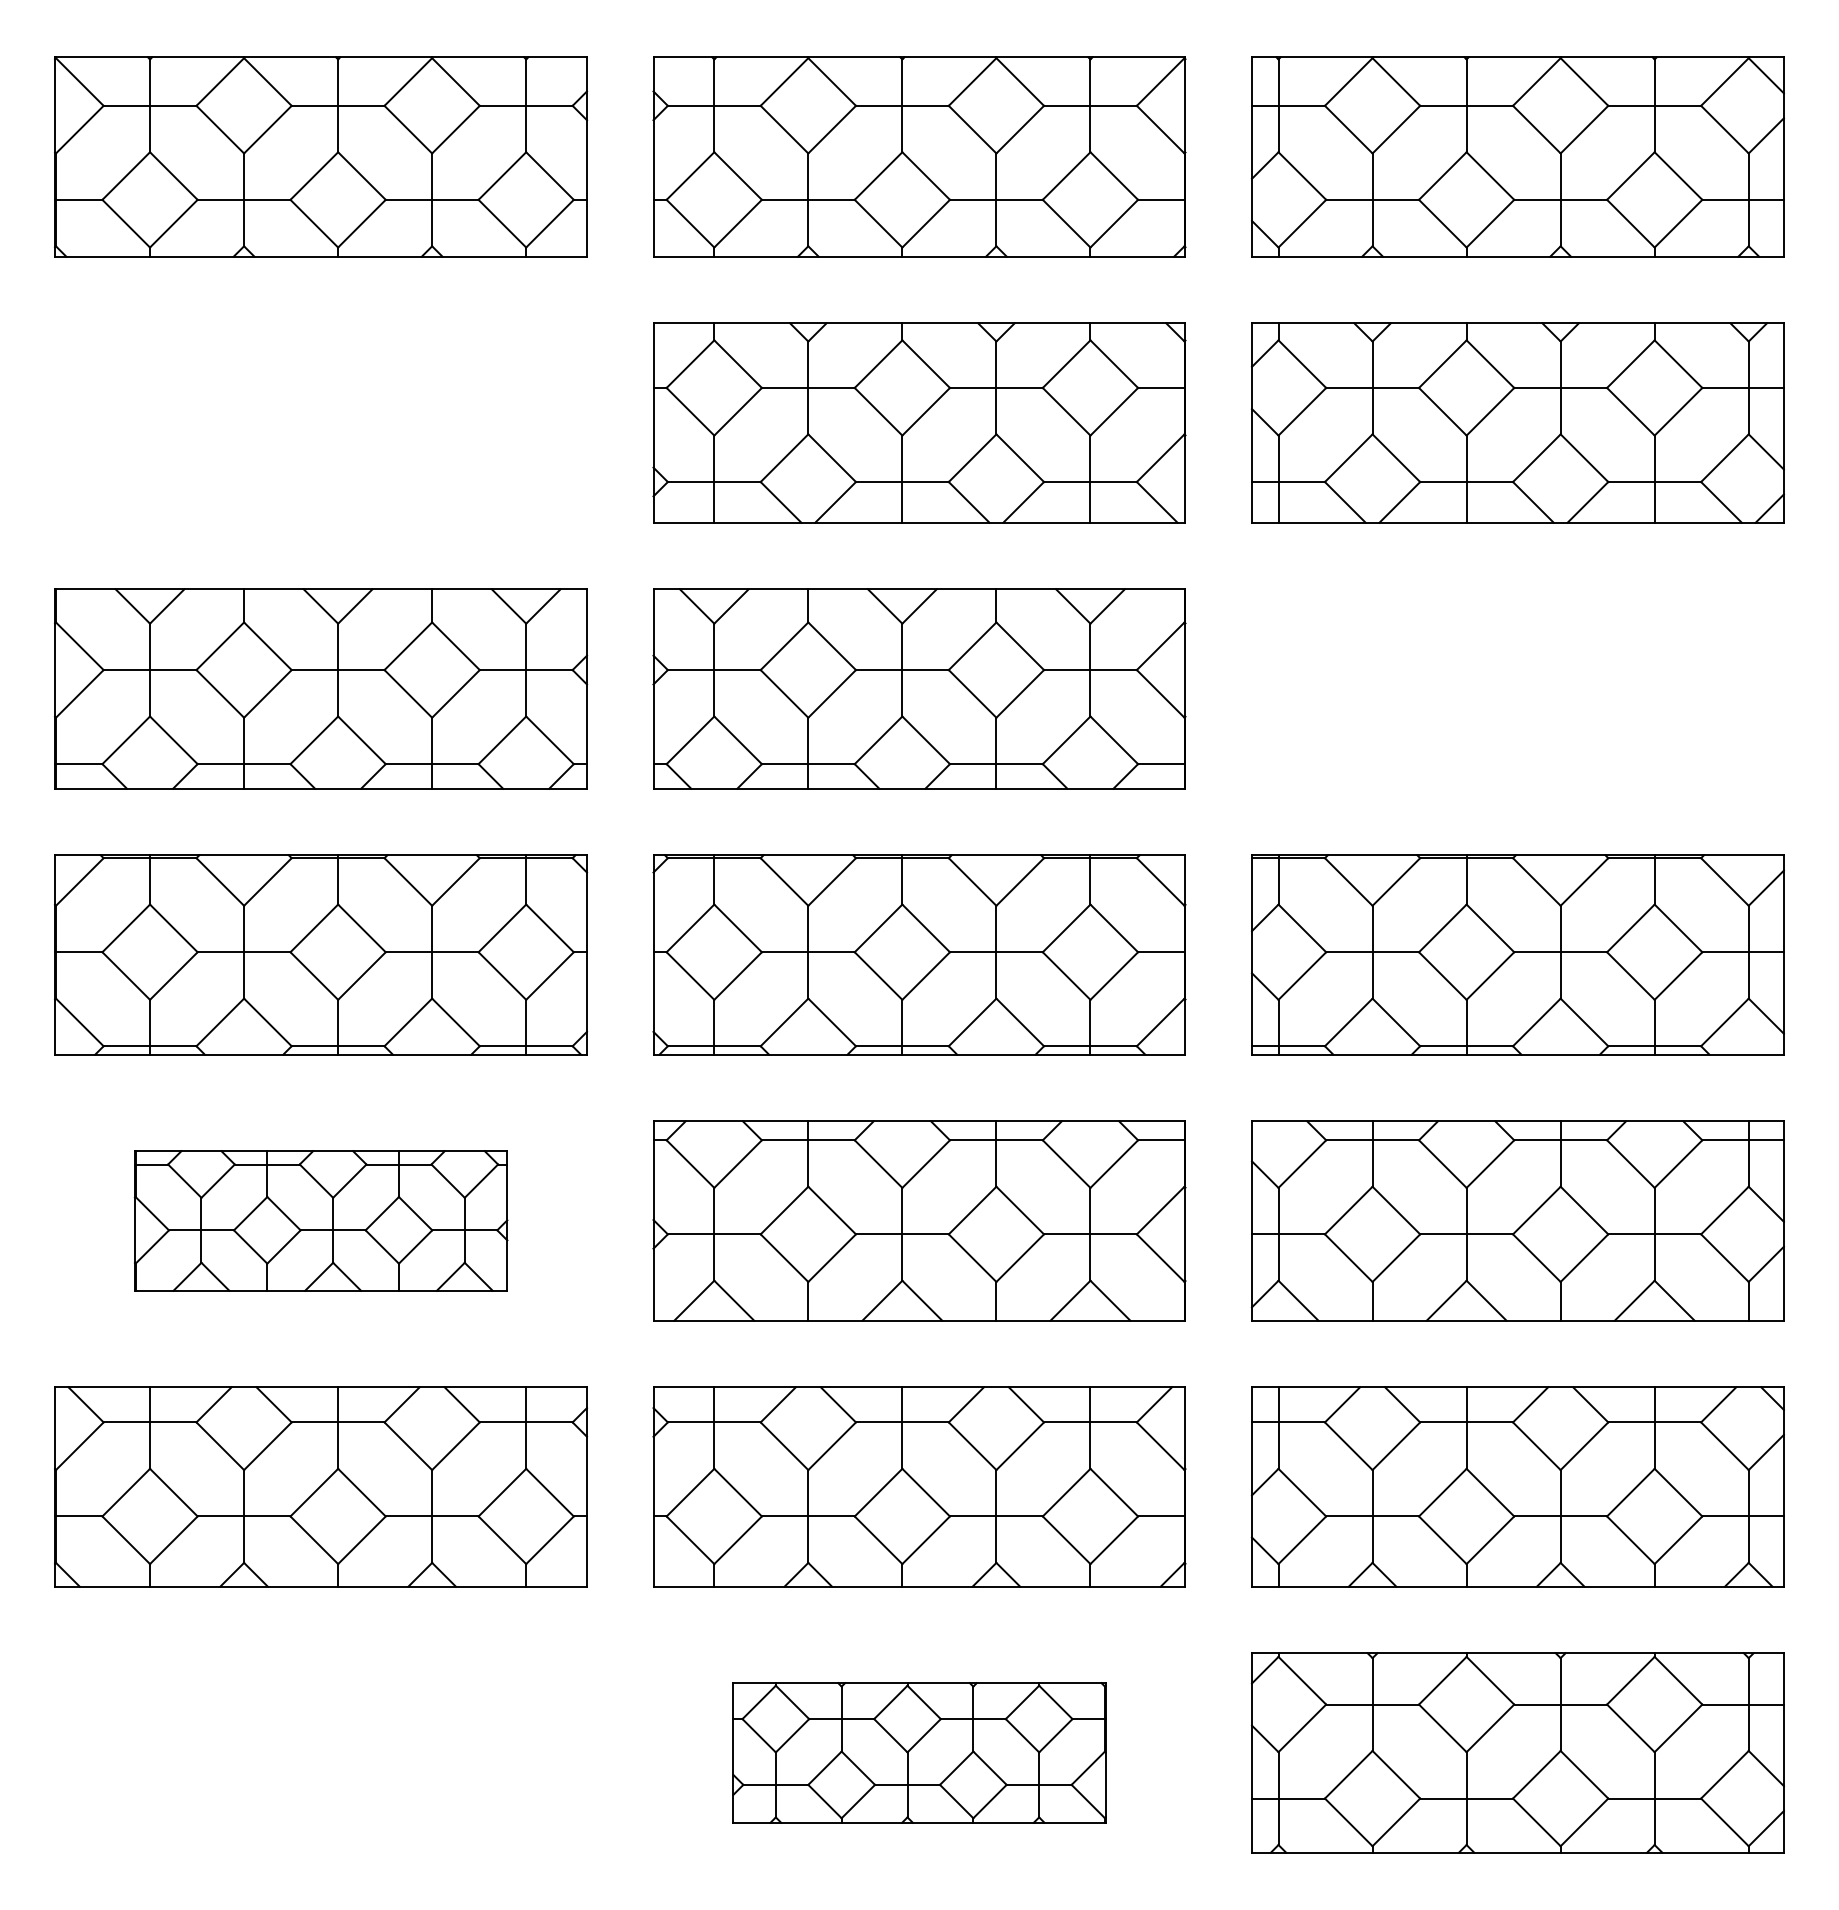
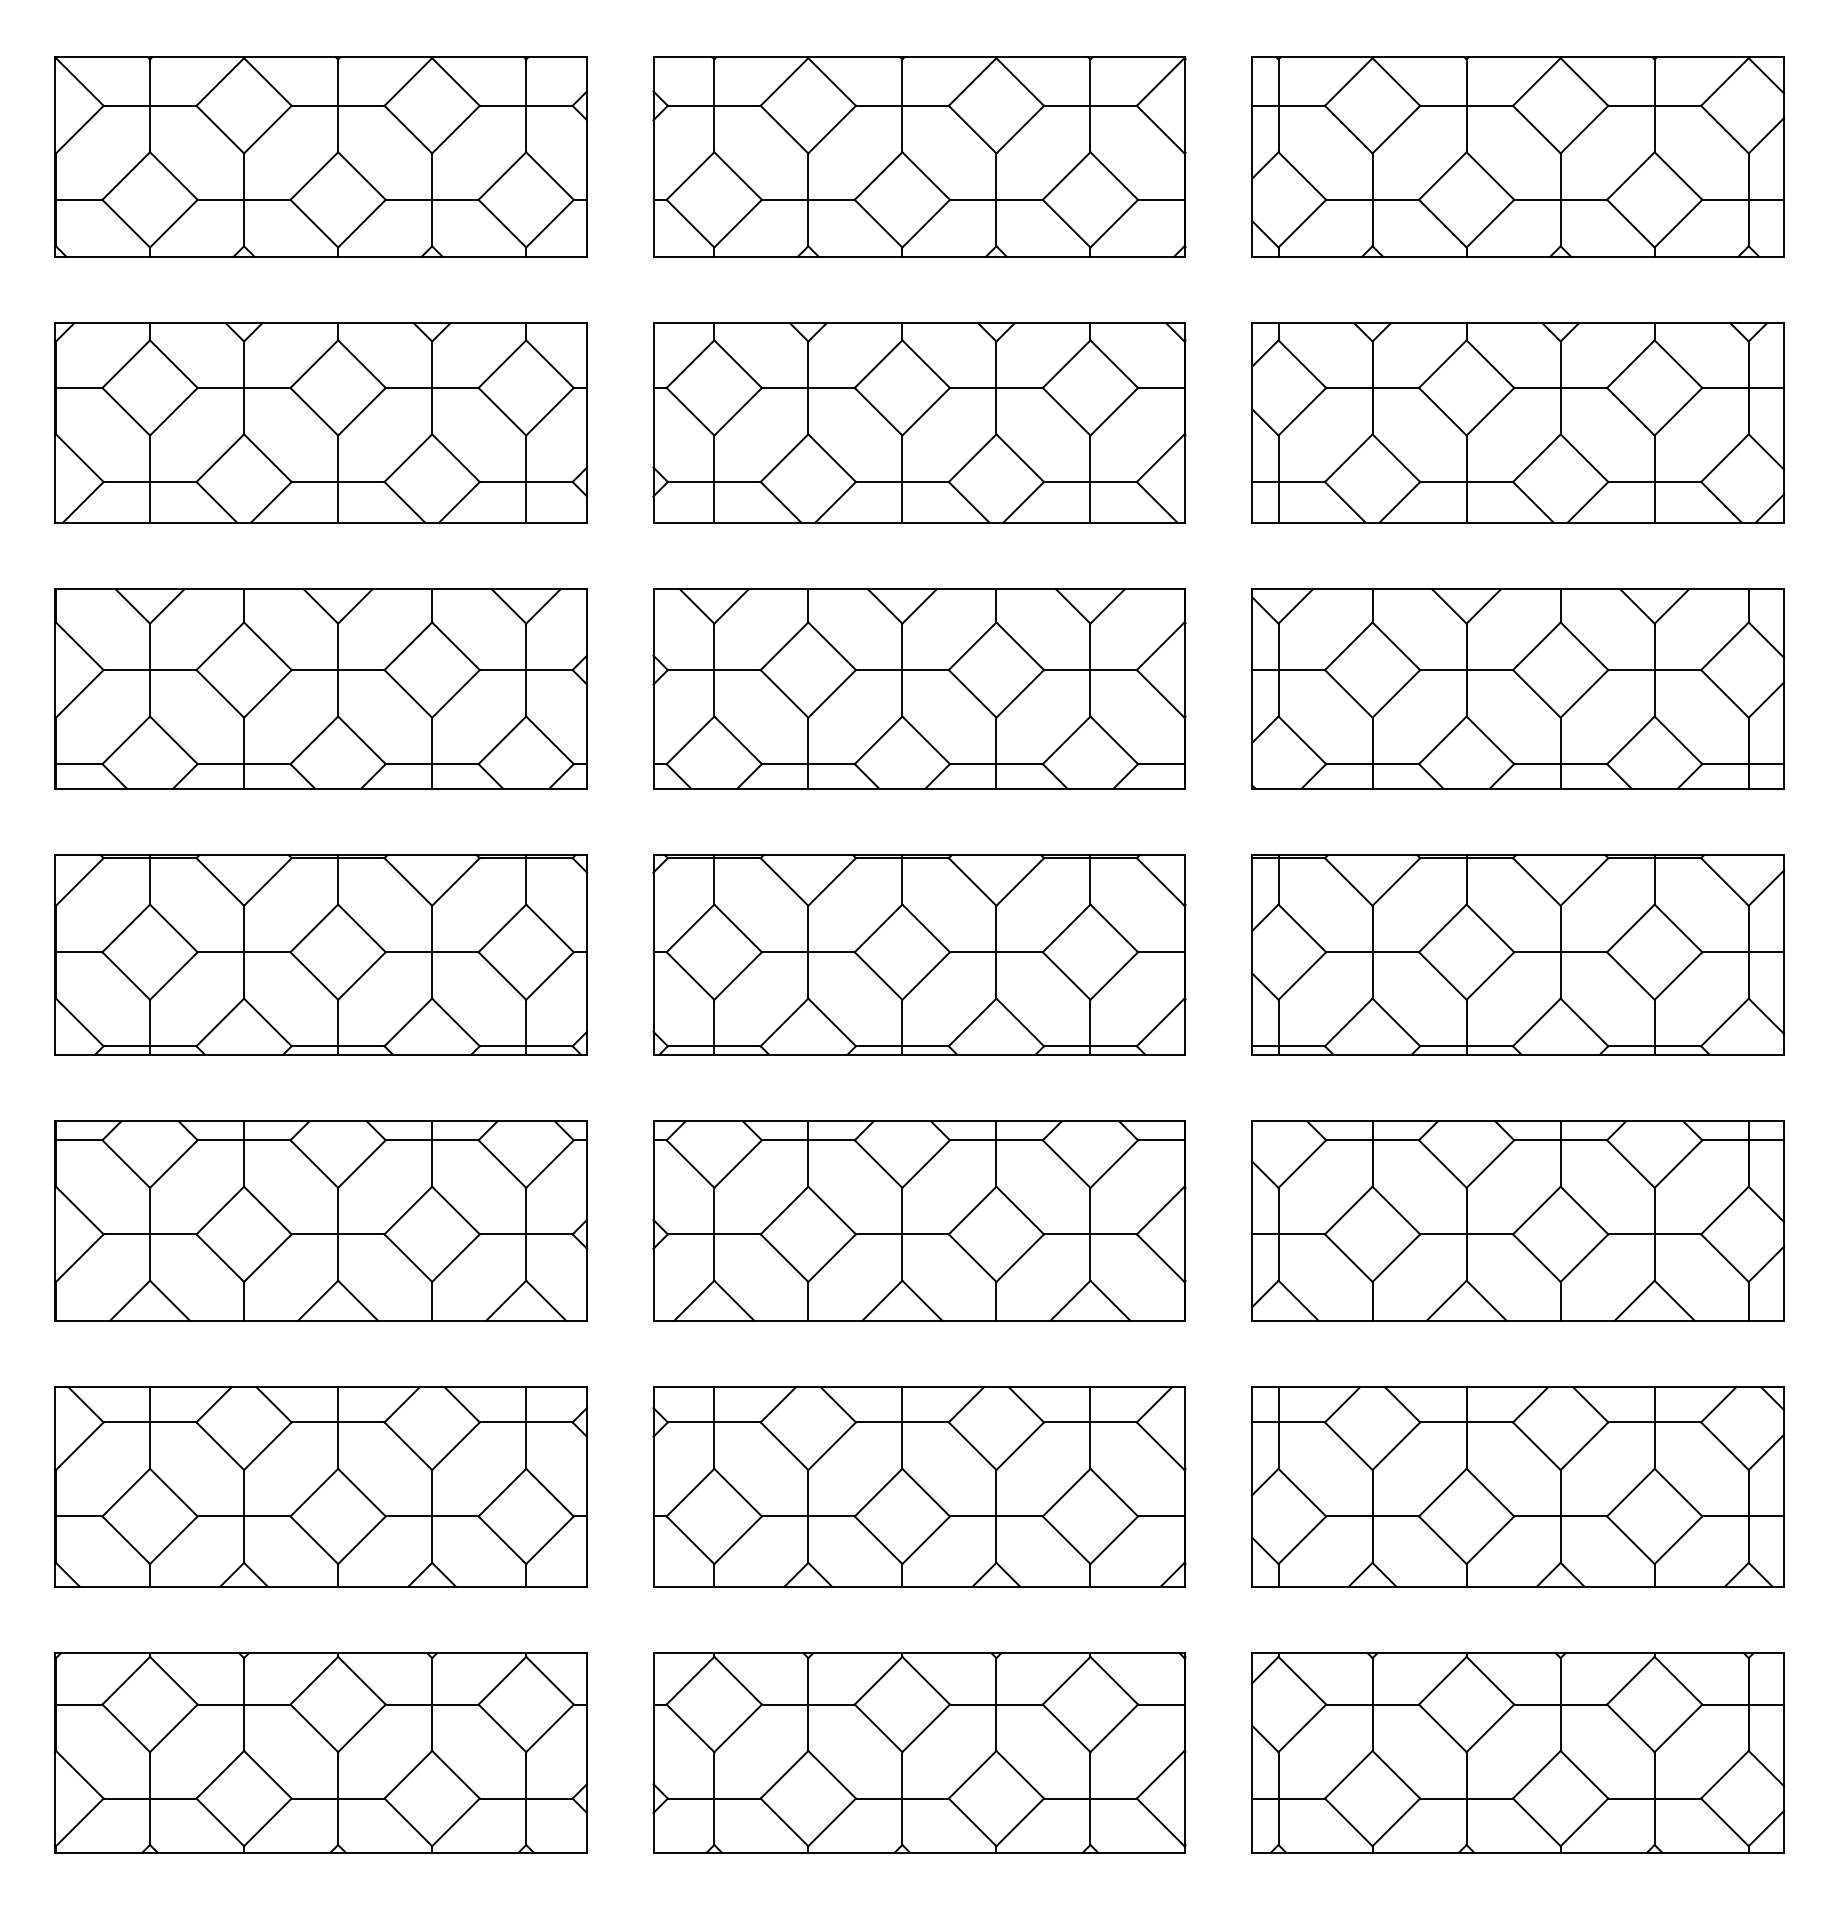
part at (321, 422): none -> present
part at (1517, 688): none -> present
part at (320, 1220) size: 376x142 px -> 535x202 px
part at (321, 1752): none -> present
part at (919, 1752) size: 375x142 px -> 535x202 px
